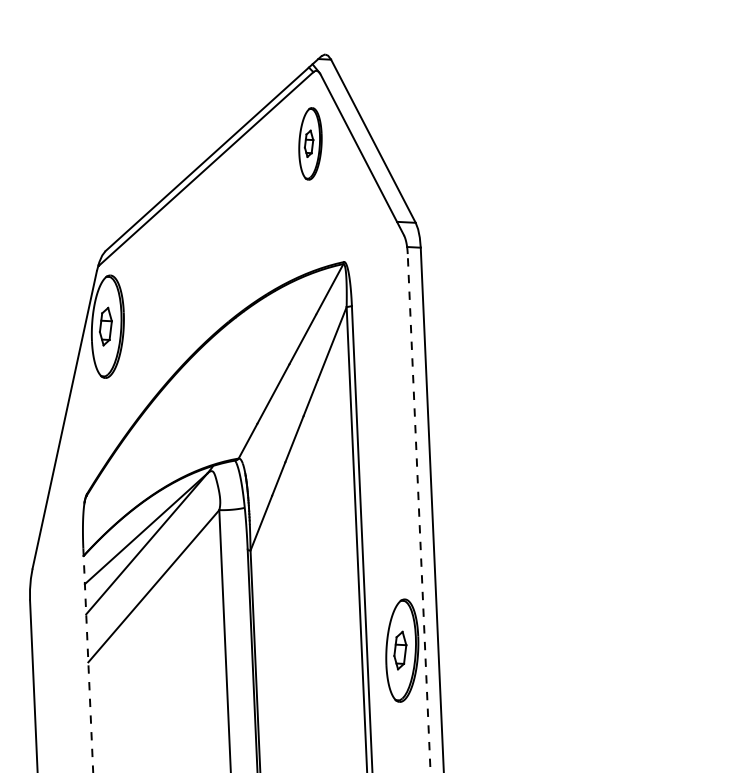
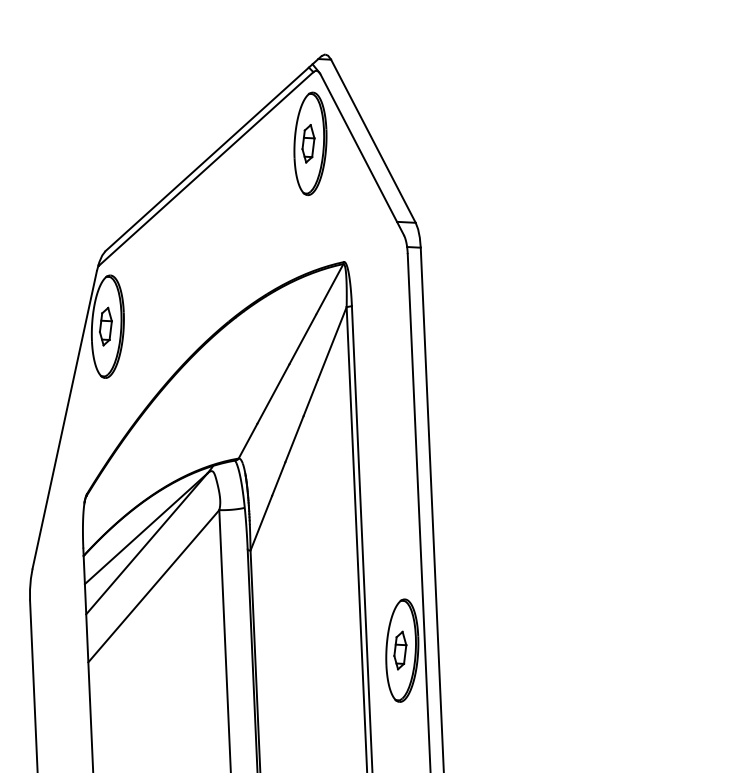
part at (310, 143) size: 25x74 px -> 35x106 px
line at (419, 512): dashed -> solid
line at (88, 660): dashed -> solid
